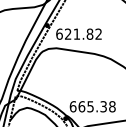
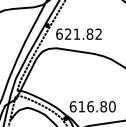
text at (96, 106): 665.38 -> 616.80
